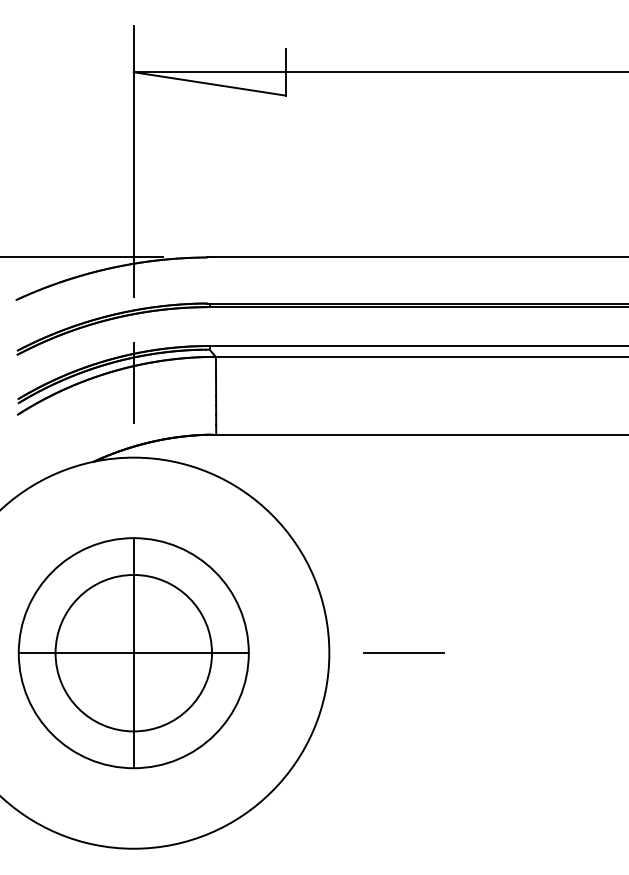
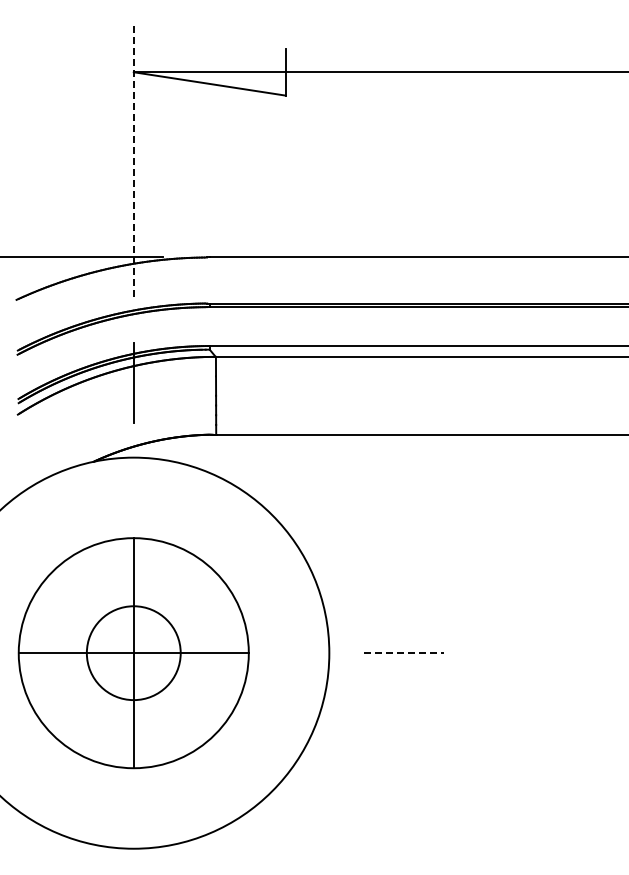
line at (133, 160): solid -> dashed
circle at (133, 652) diameter: 156 px -> 94 px
line at (404, 653): solid -> dashed
